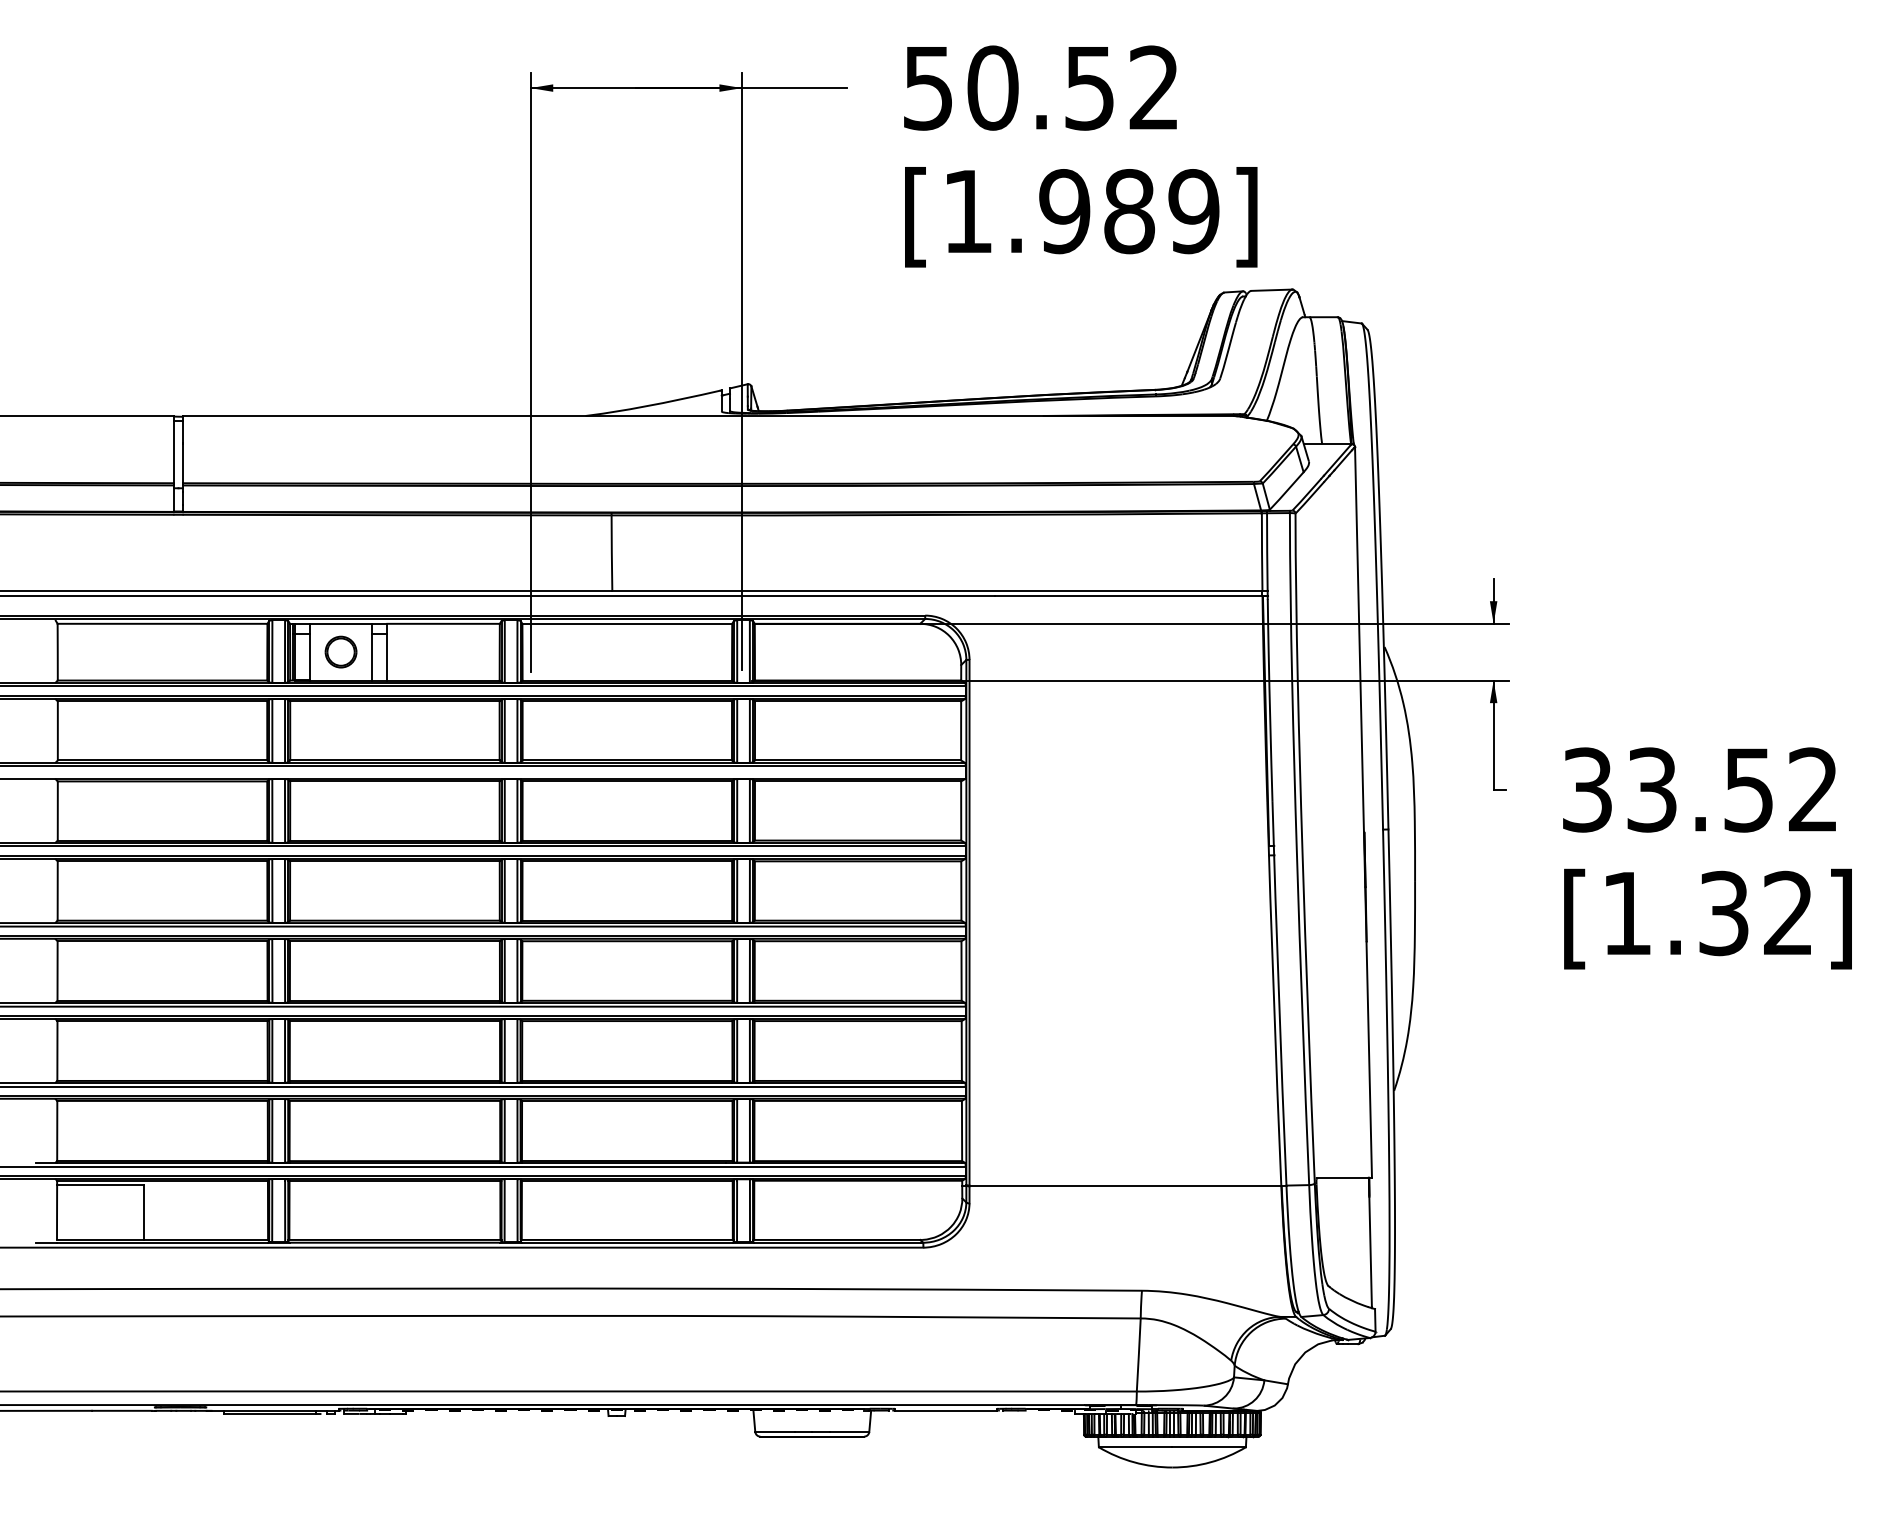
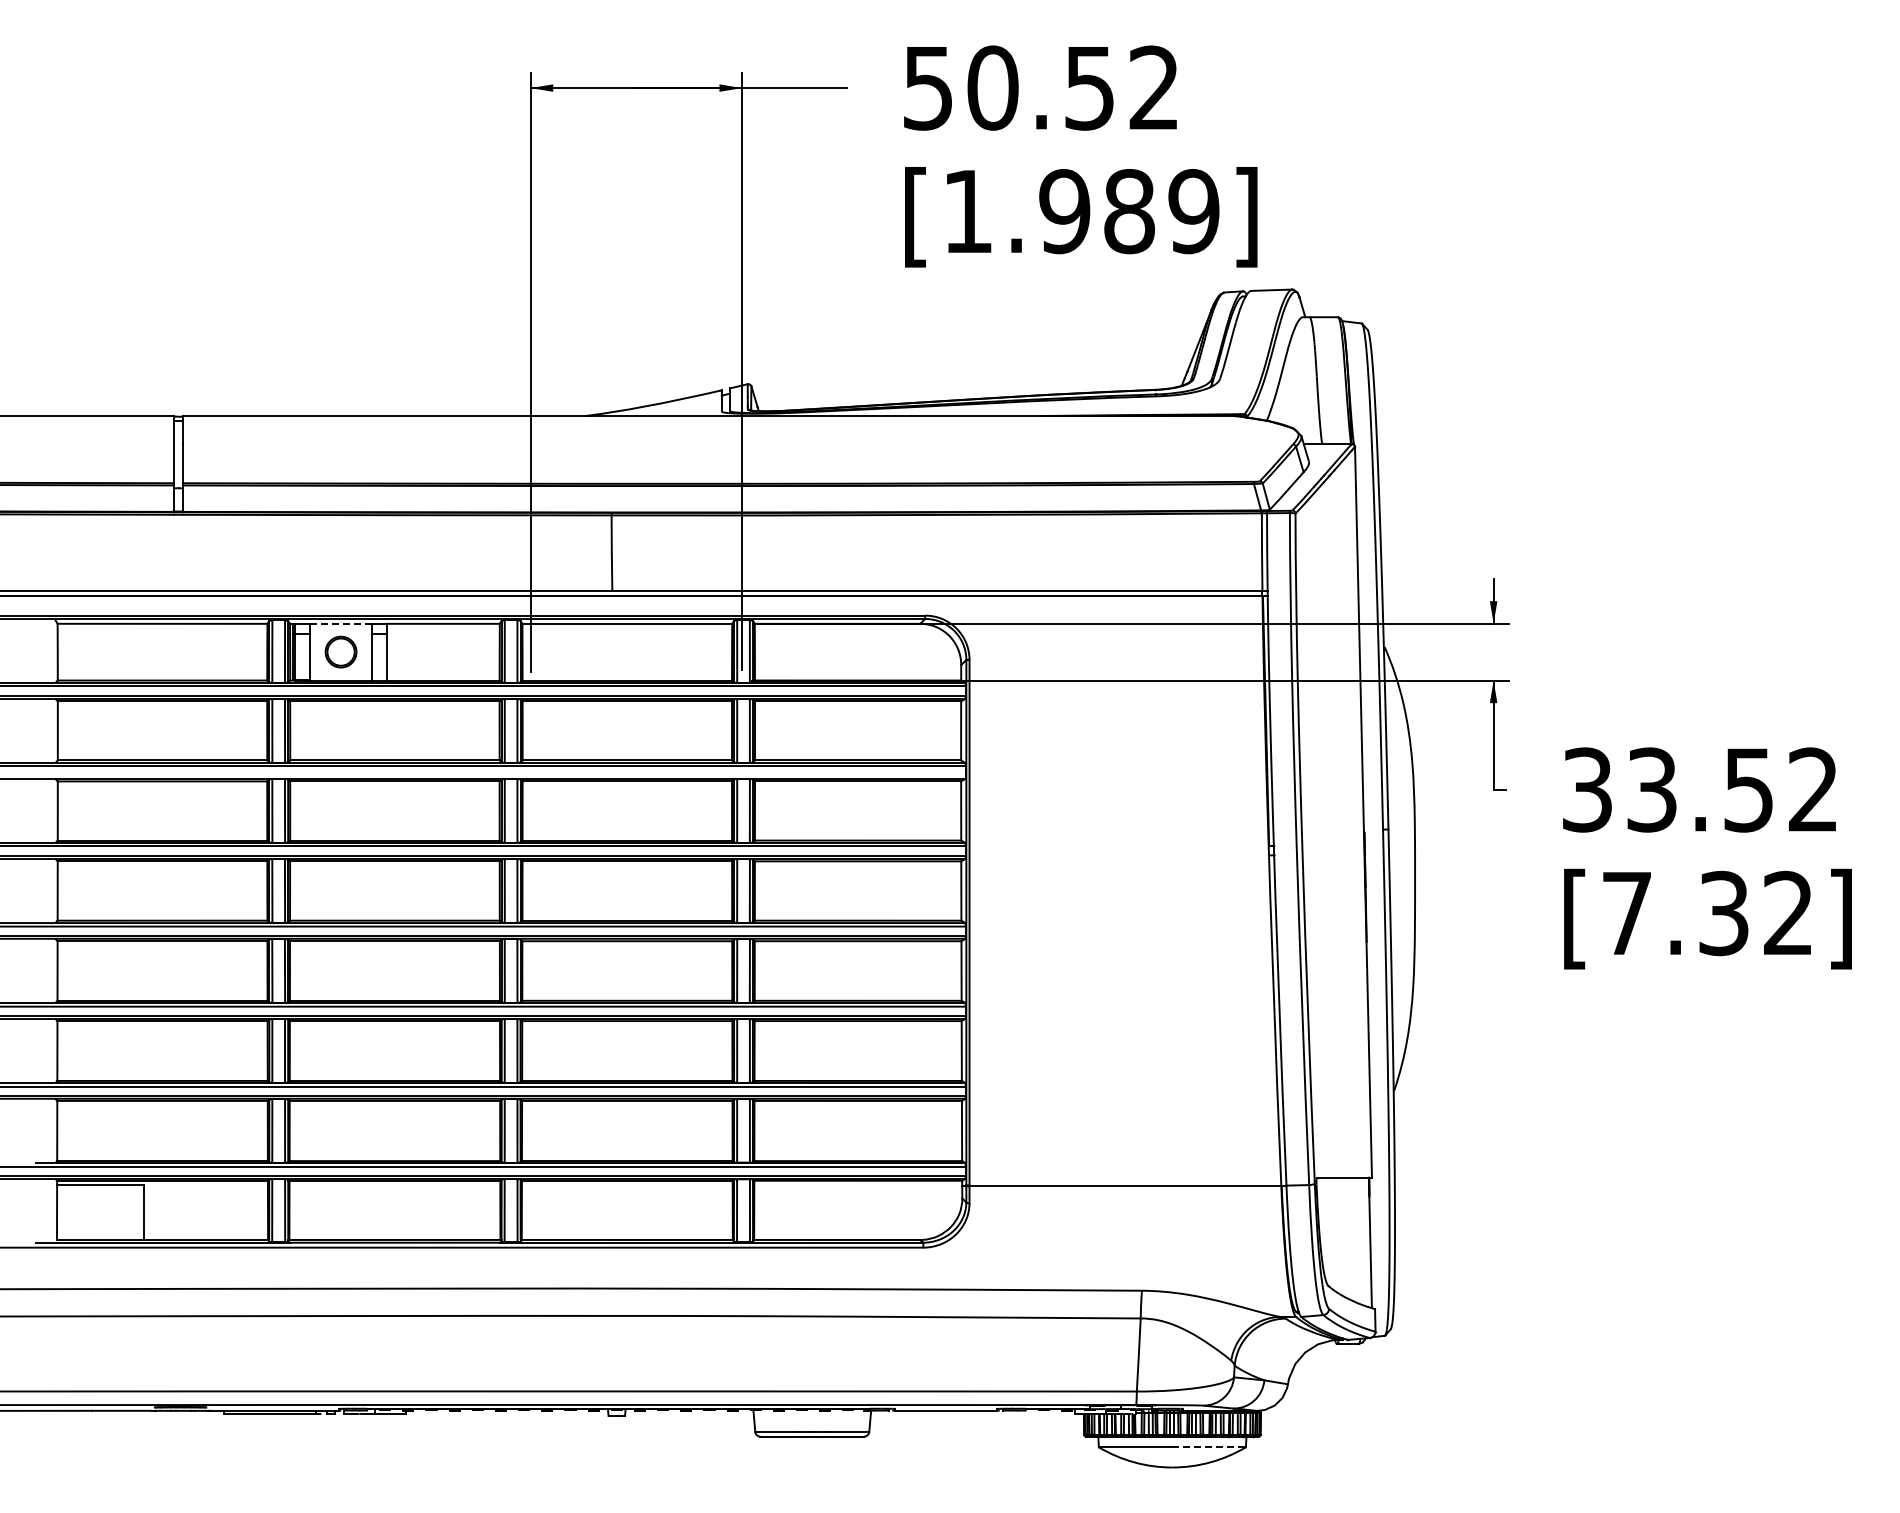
line at (341, 623): solid -> dashed
text at (1626, 913): [1.32] -> [7.32]
line at (1209, 1447): solid -> dashed
